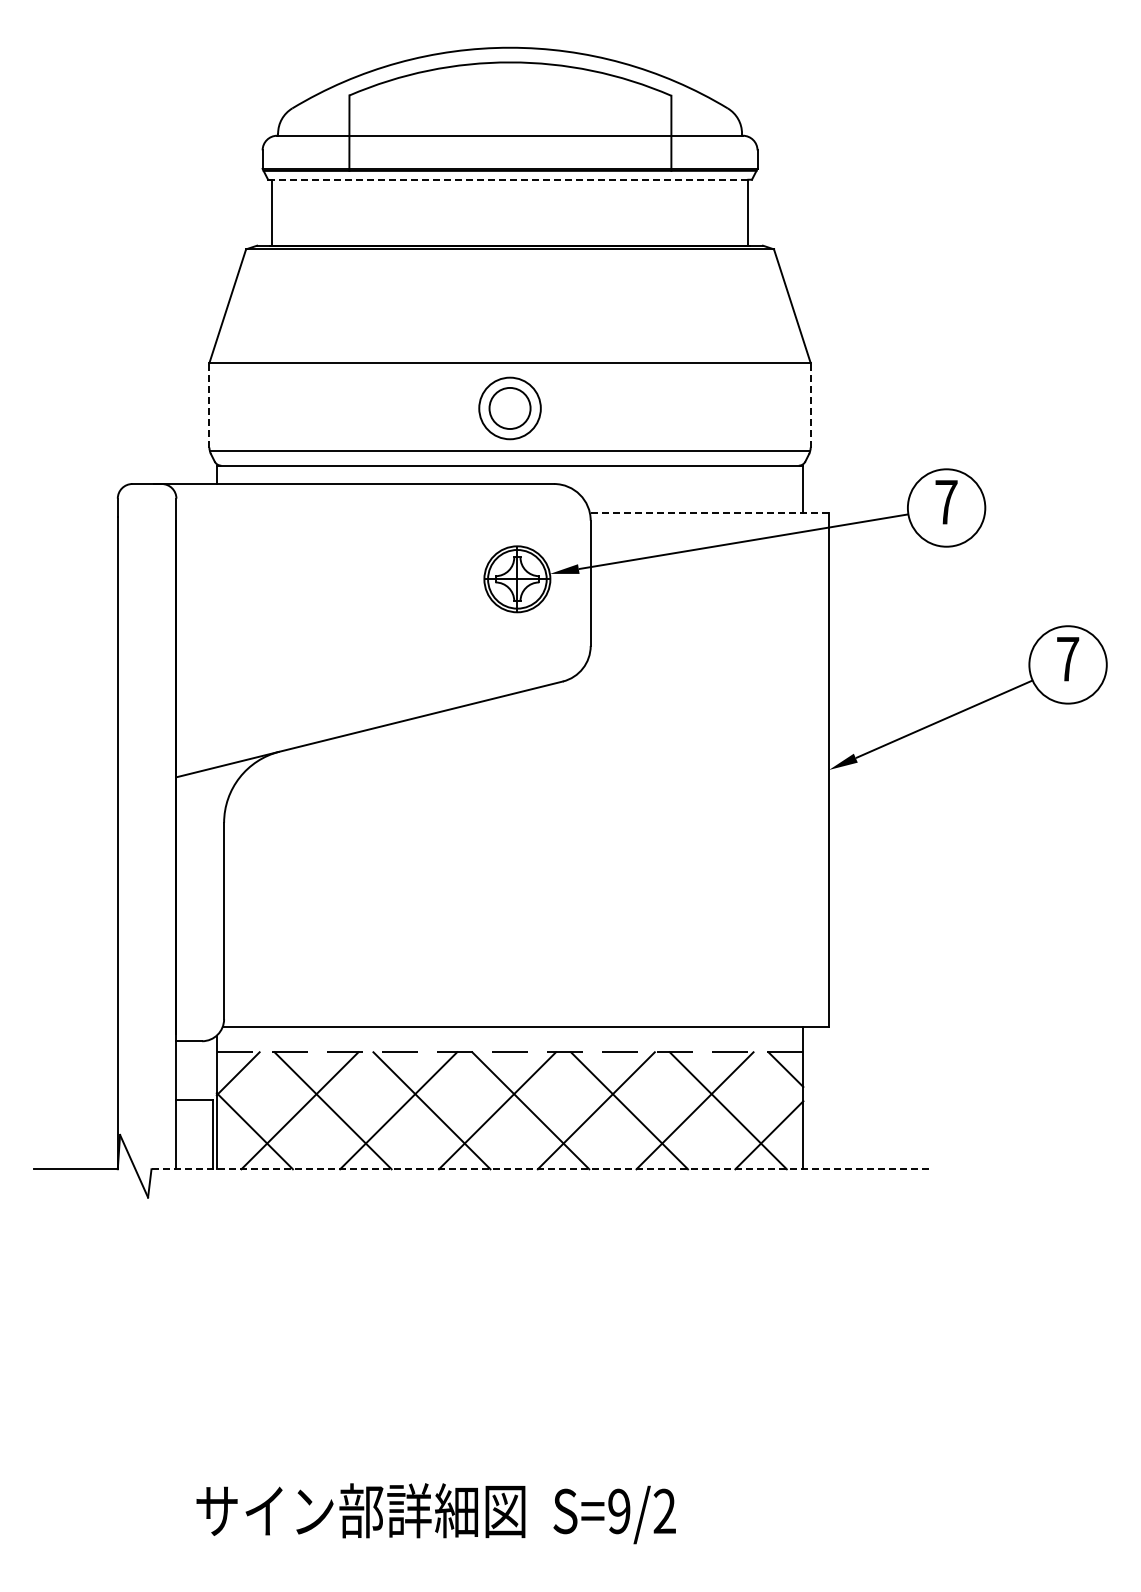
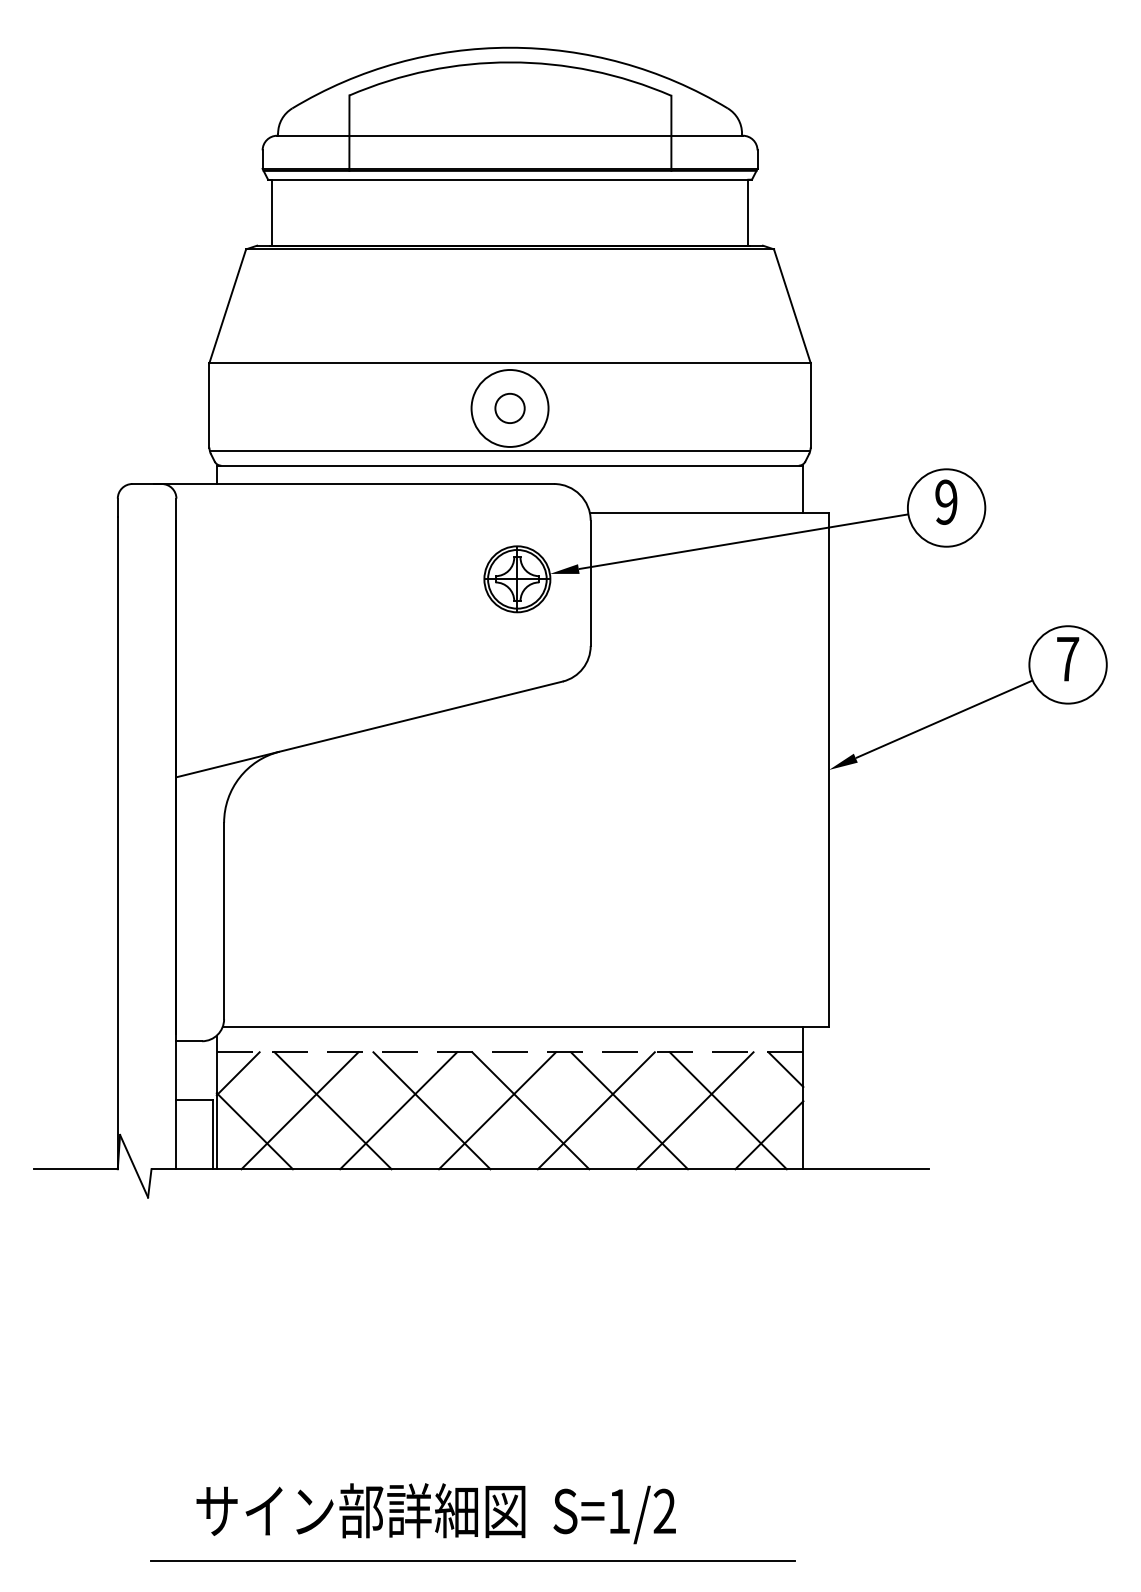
line at (510, 179): dashed -> solid
line at (209, 404): dashed -> solid
line at (810, 404): dashed -> solid
circle at (509, 408) diameter: 41 px -> 29 px
circle at (509, 408) diameter: 62 px -> 77 px
text at (946, 501): 7 -> 9
line at (709, 513): dashed -> solid
line at (539, 1169): dashed -> solid
text at (619, 1511): S=9/2 -> S=1/2
line at (472, 1560): none -> present
